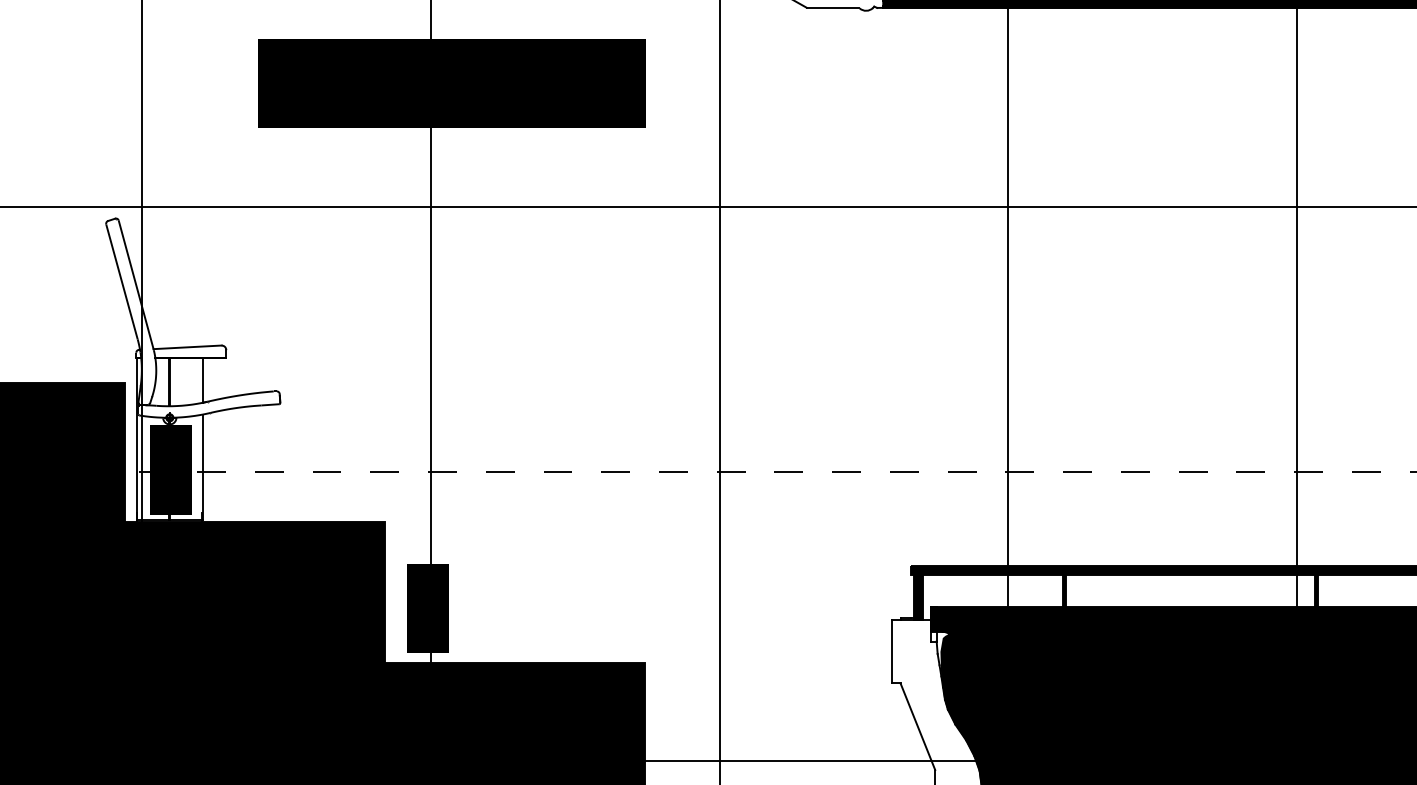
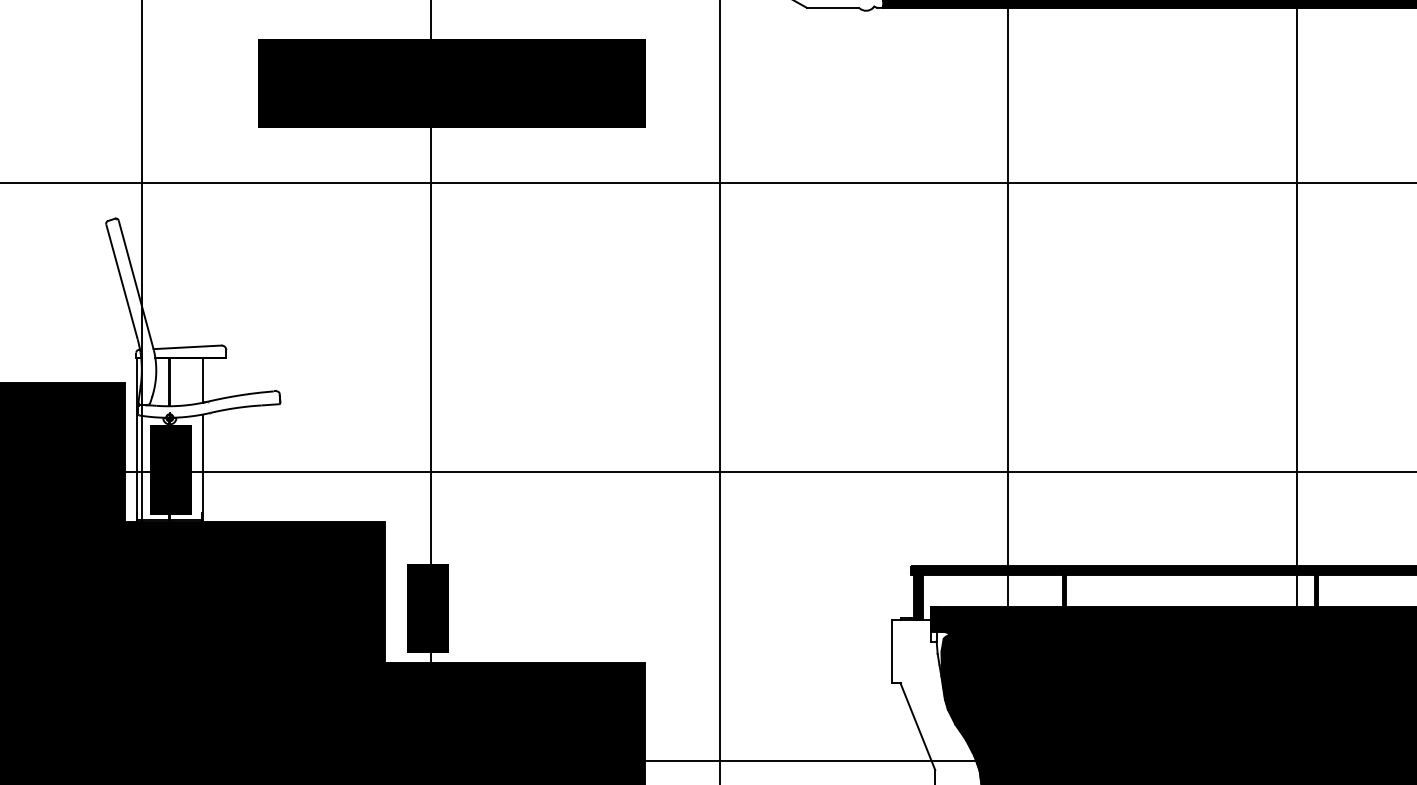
line at (707, 207) position: (707, 207) -> (707, 183)
line at (708, 471): dashed -> solid
